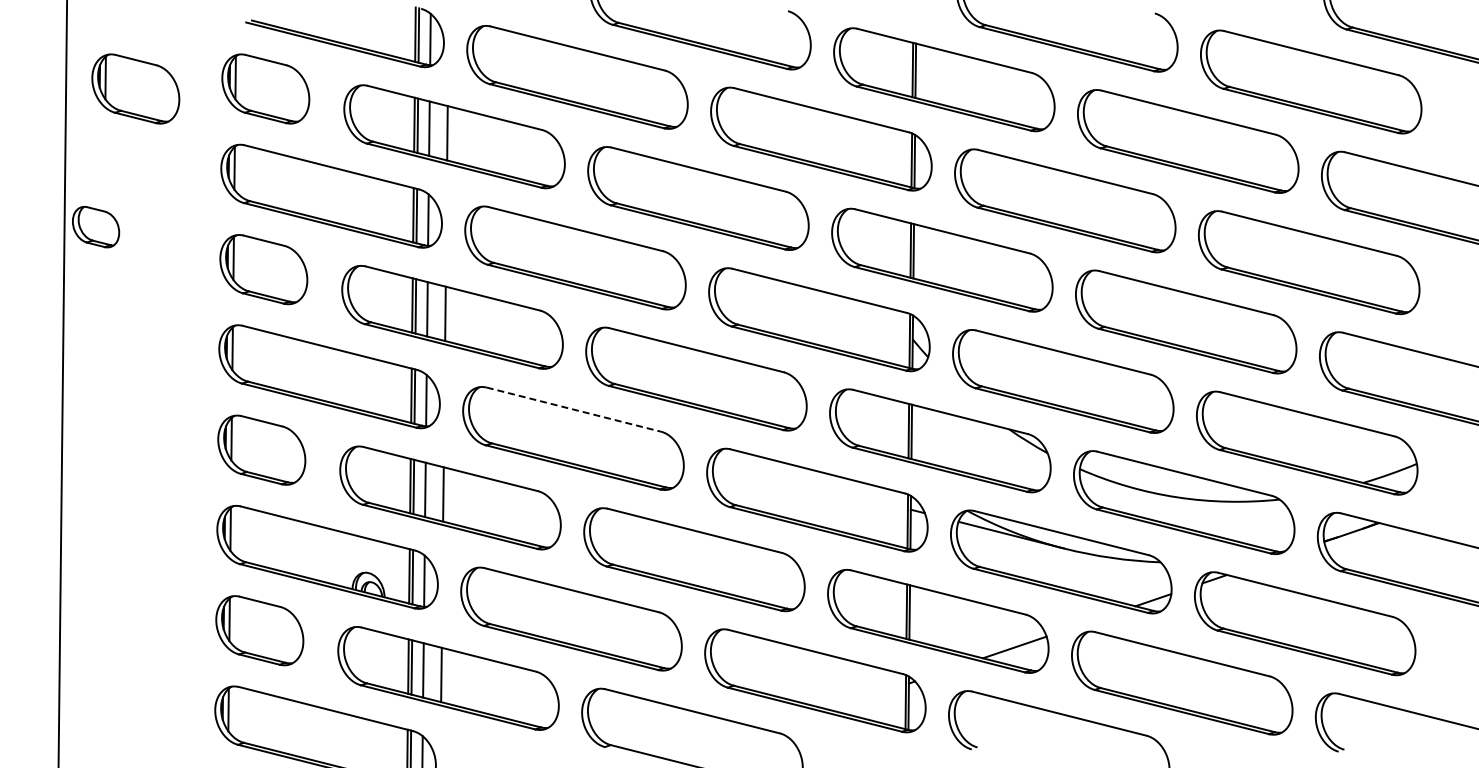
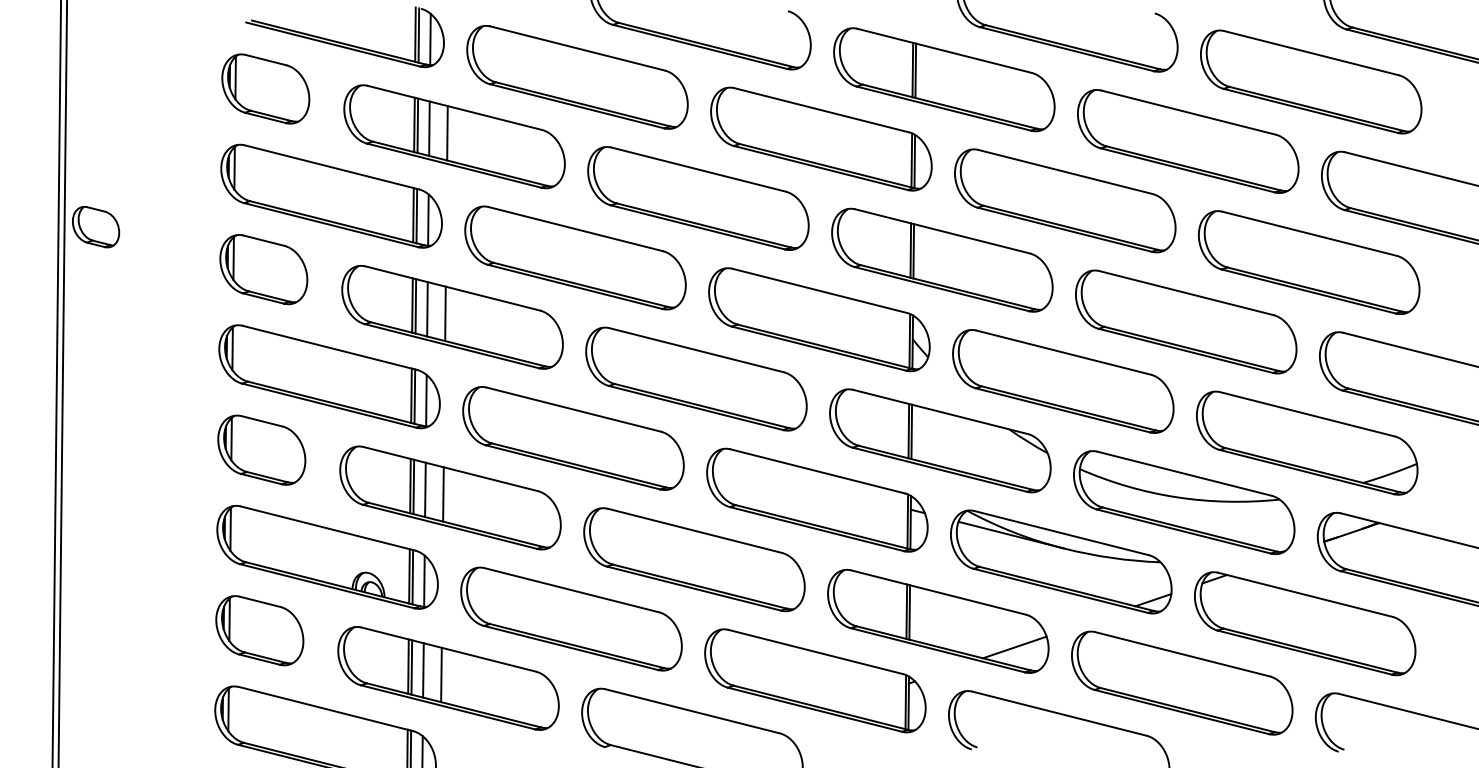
part at (135, 88): present -> none
line at (56, 383): none -> present
line at (573, 409): dashed -> solid
